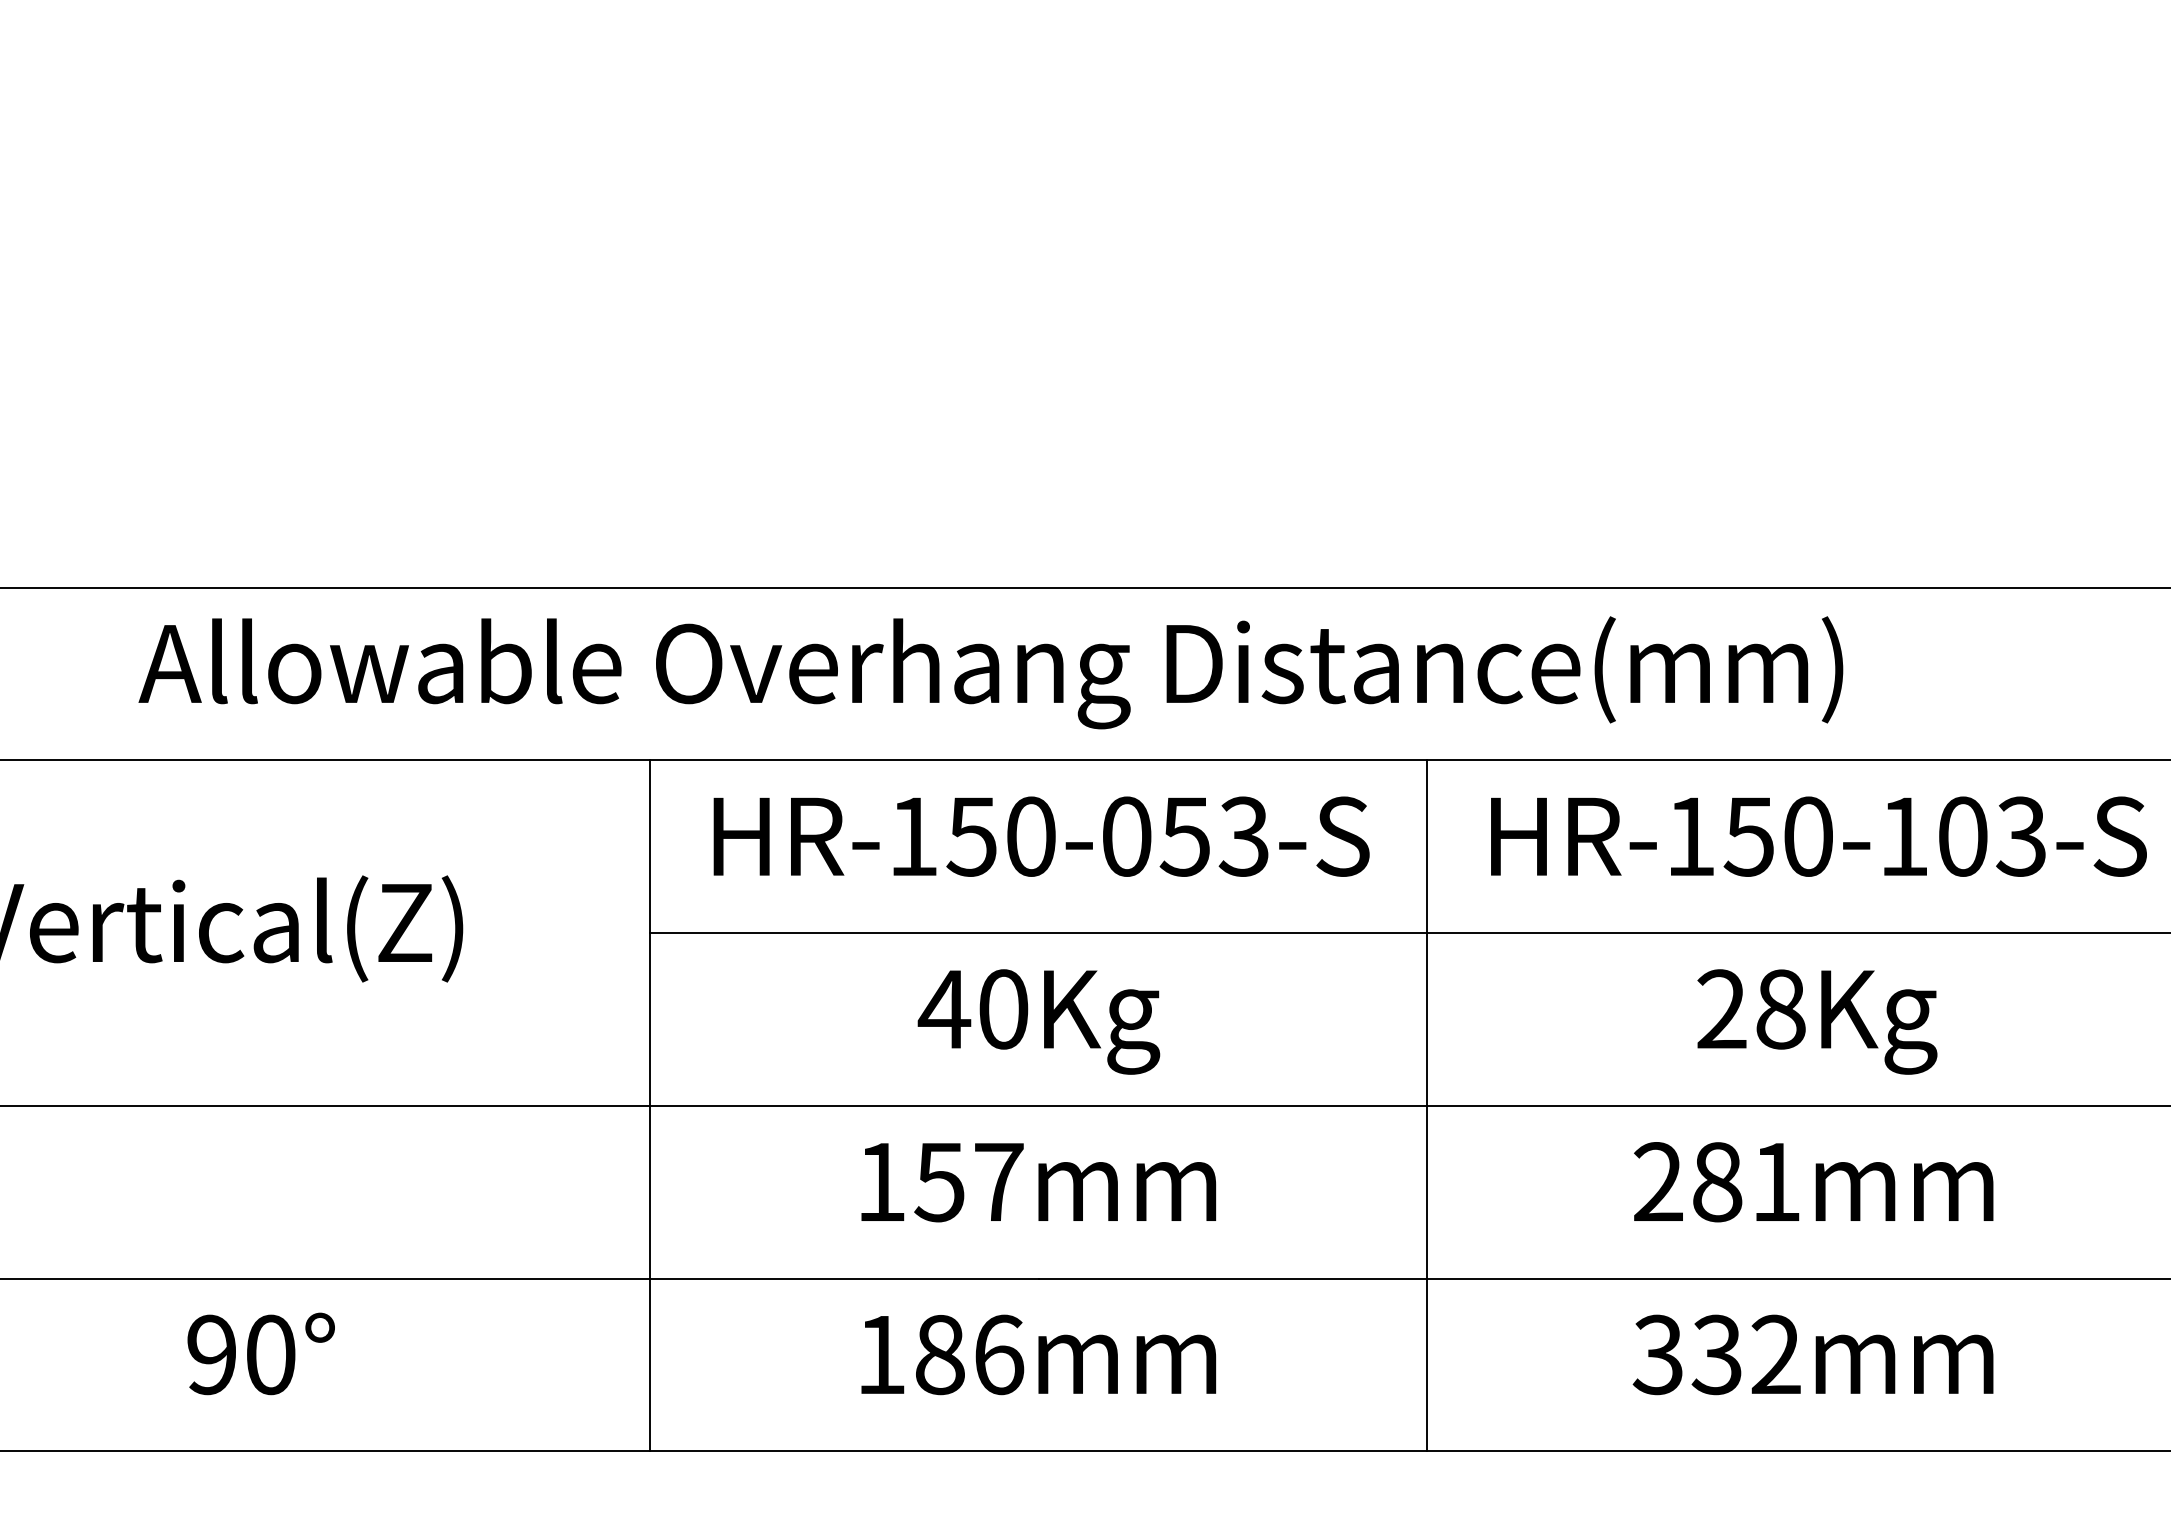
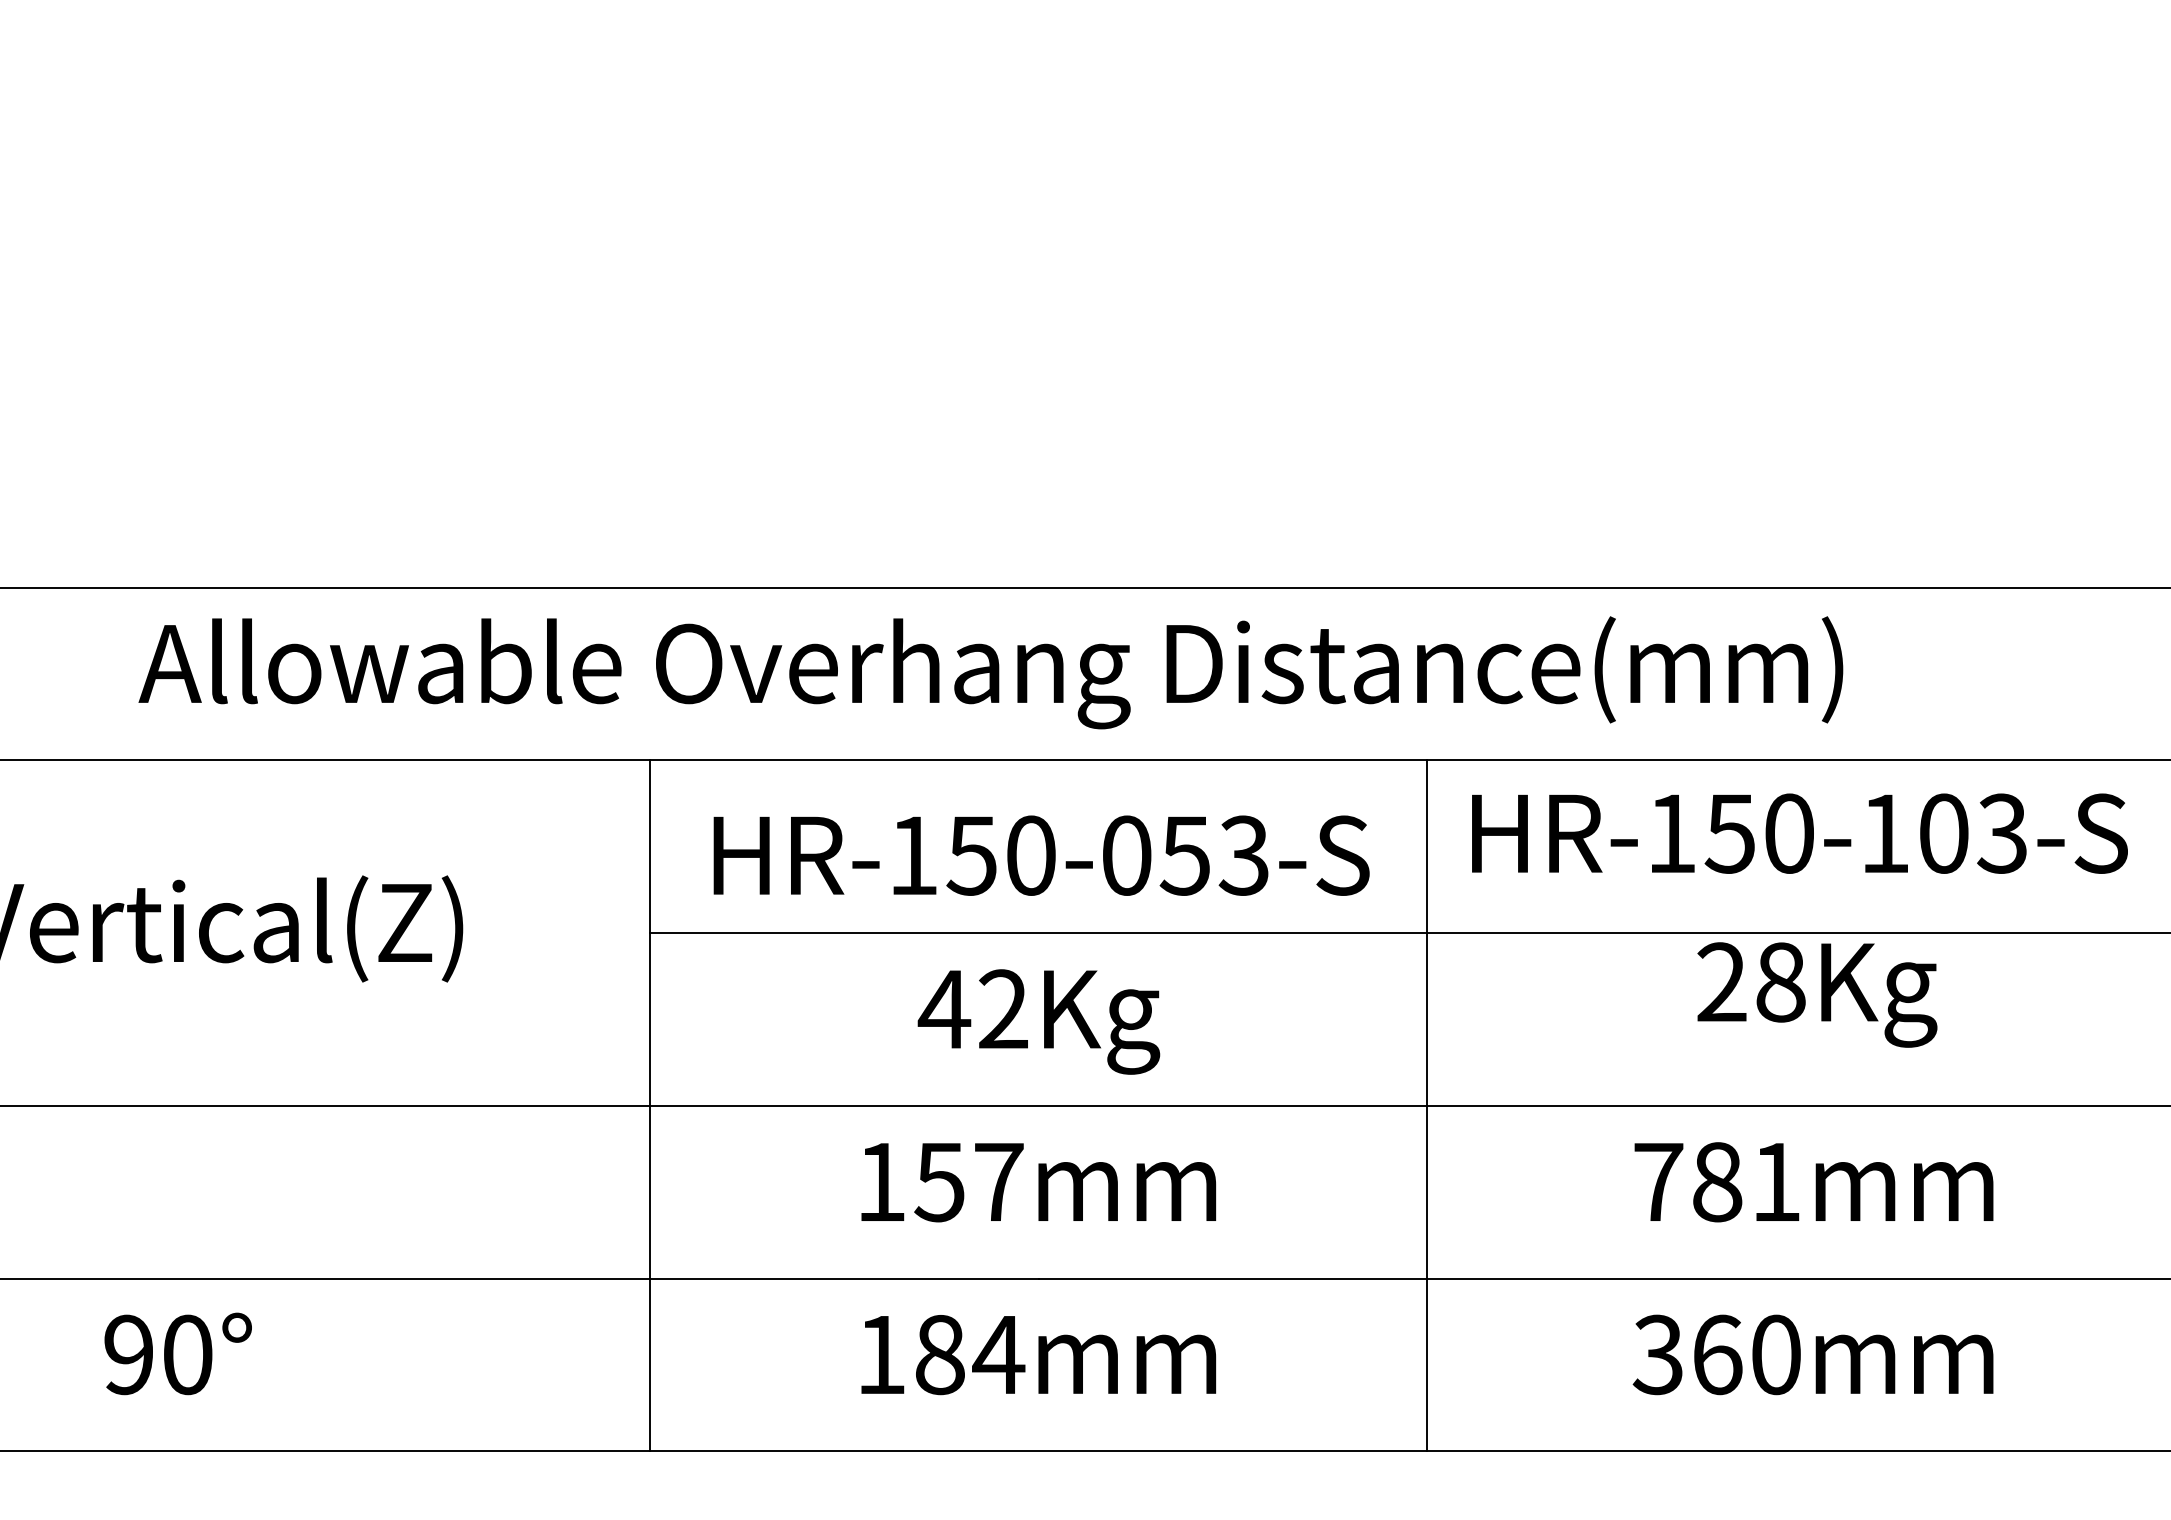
text at (1041, 836) position: (1041, 836) -> (1041, 855)
text at (1818, 836) position: (1818, 836) -> (1799, 833)
text at (1003, 1009): 40Kg -> 42Kg
text at (1817, 1021) position: (1817, 1021) -> (1817, 994)
text at (1658, 1181): 281mm -> 781mm
text at (260, 1353) position: (260, 1353) -> (177, 1353)
text at (998, 1354): 186mm -> 184mm
text at (1745, 1354): 332mm -> 360mm
